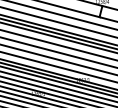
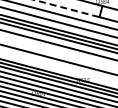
line at (66, 8): solid -> dashed
line at (58, 52): present -> none
line at (58, 66): present -> none
